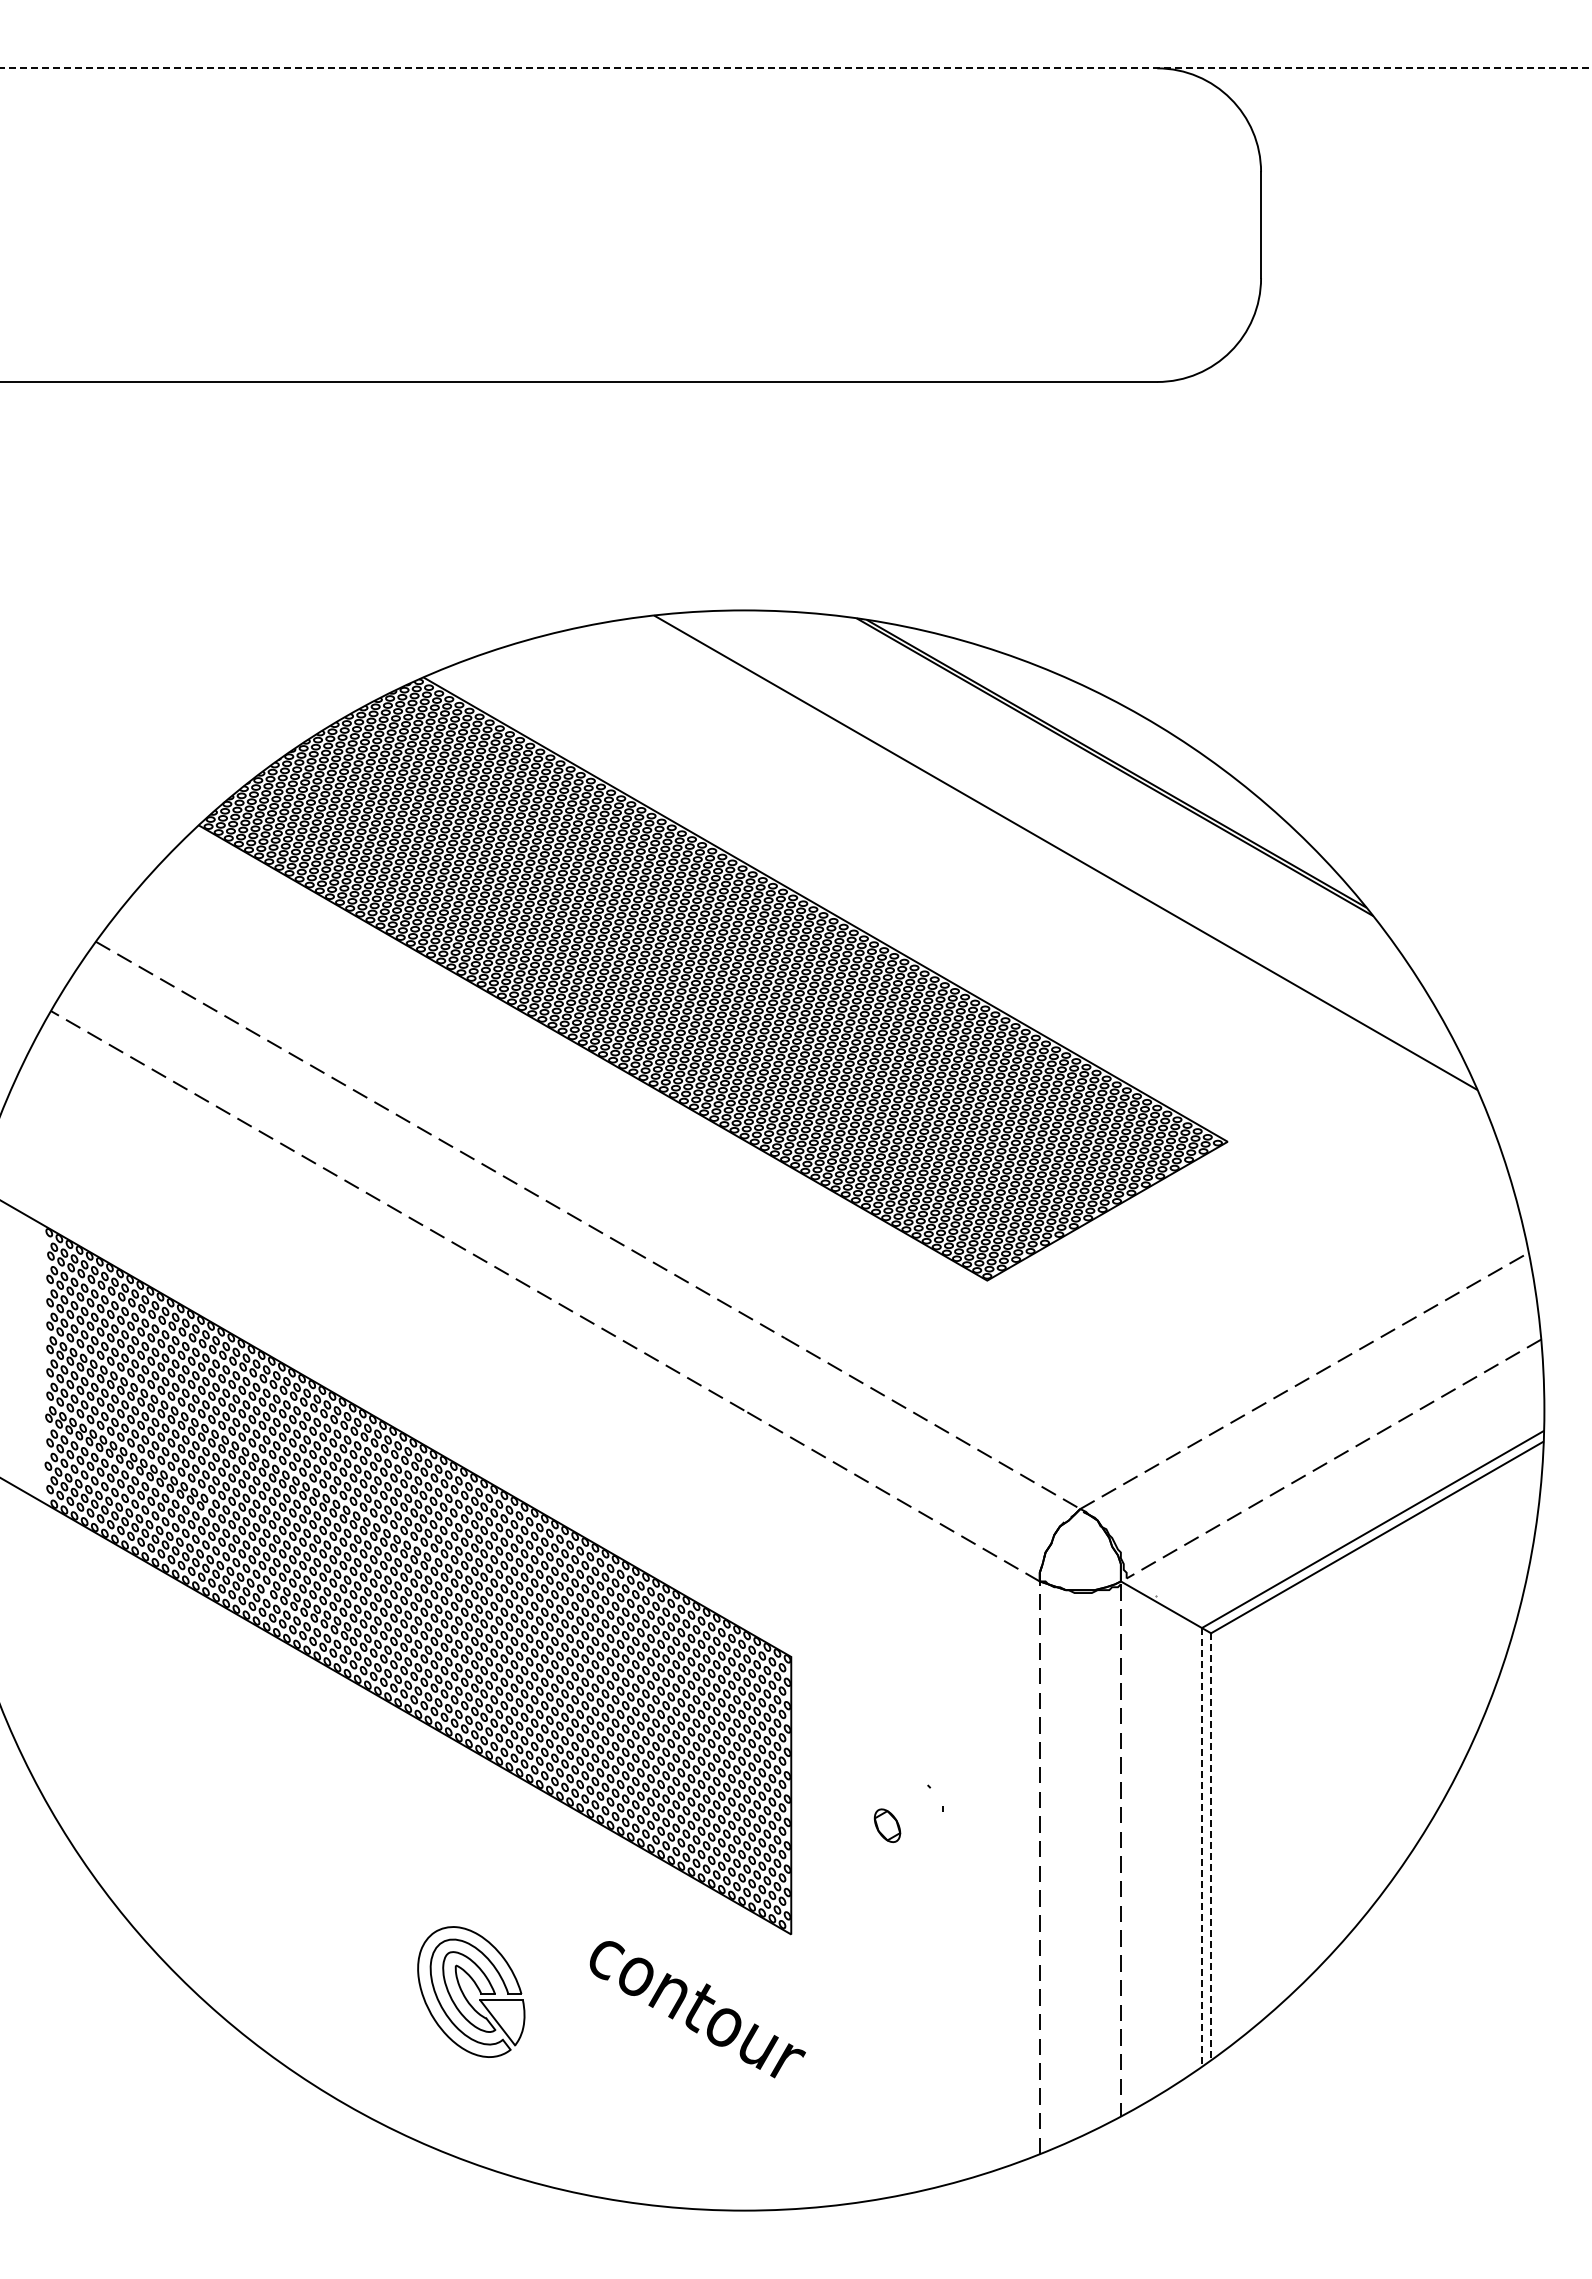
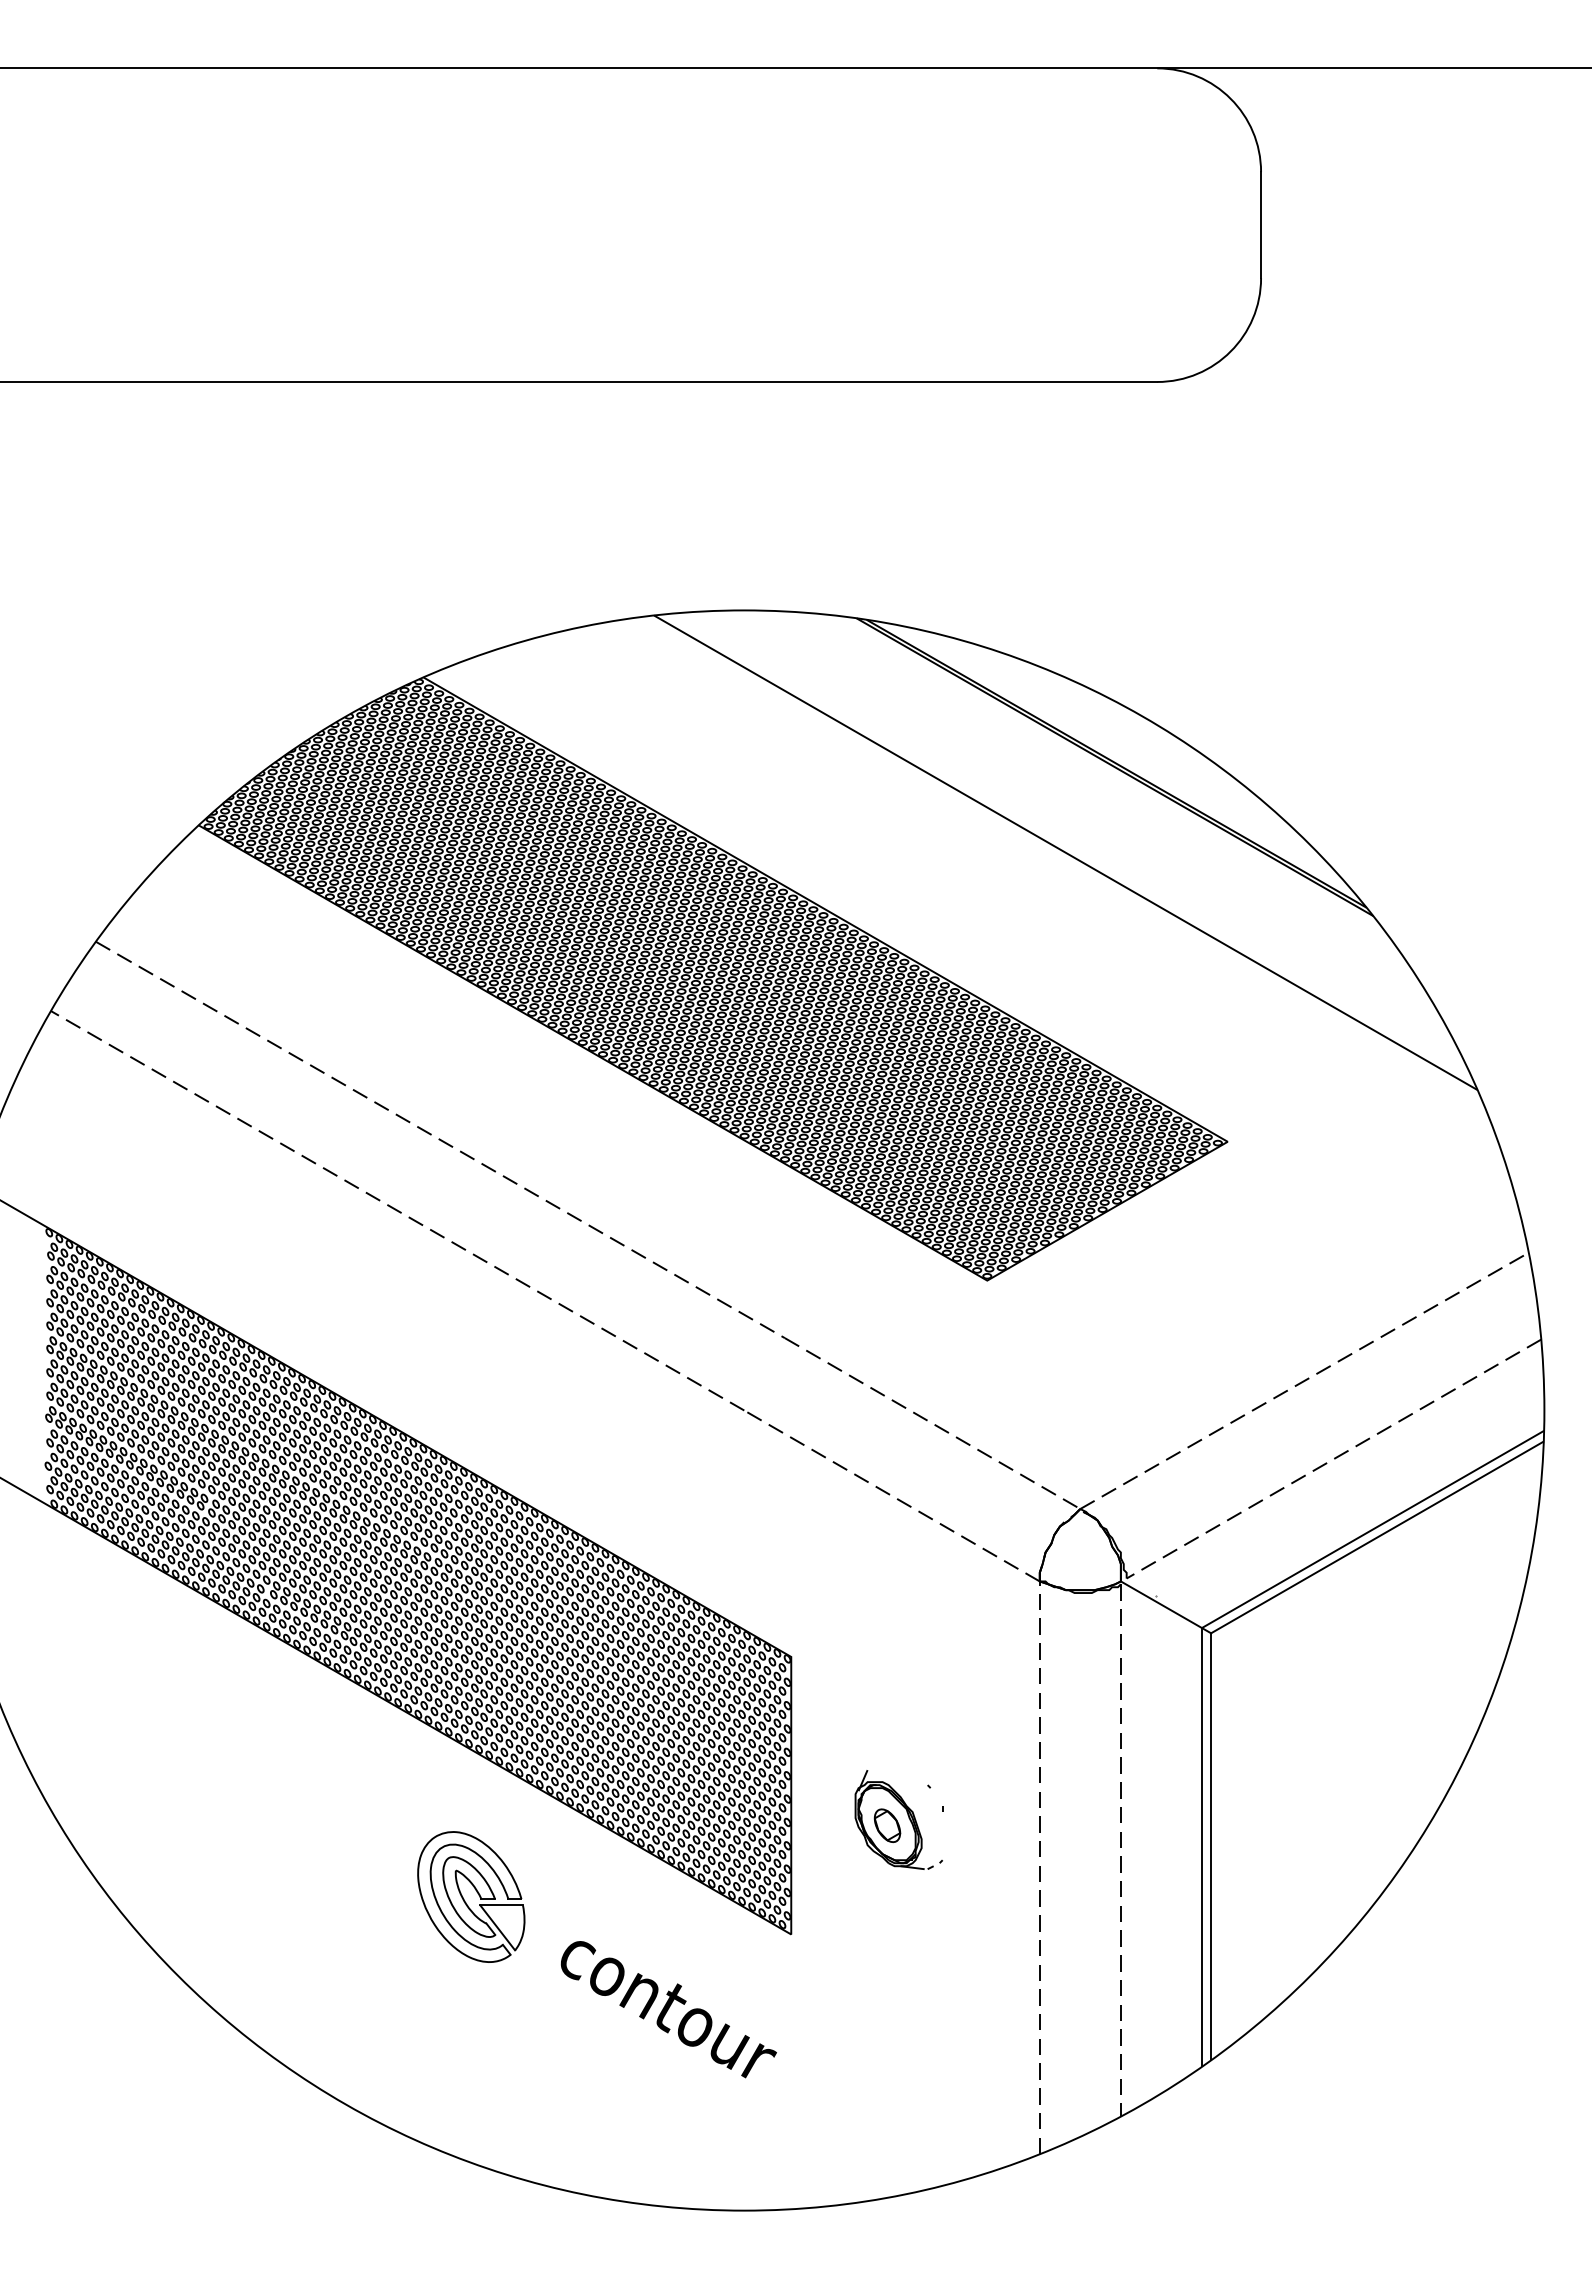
line at (796, 68): dashed -> solid
part at (898, 1819): none -> present
line at (1211, 1846): dashed -> solid
line at (1202, 1847): dashed -> solid
part at (476, 1987) position: (476, 1987) -> (476, 1892)
text at (697, 2009) position: (697, 2009) -> (668, 2009)
